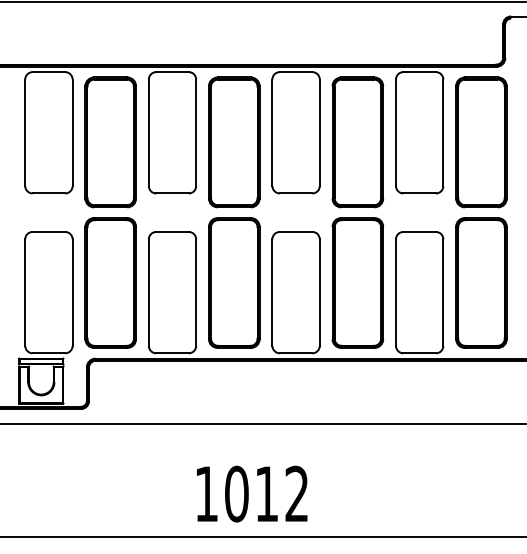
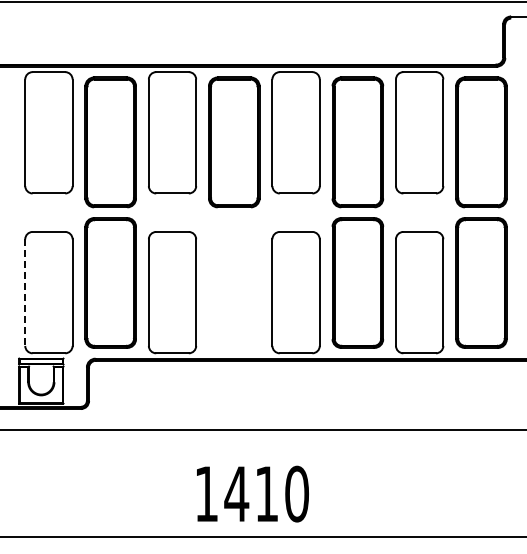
part at (234, 282): present -> none
line at (25, 293): solid -> dashed
line at (262, 423) position: (262, 423) -> (262, 429)
text at (266, 493): 1012 -> 1410
